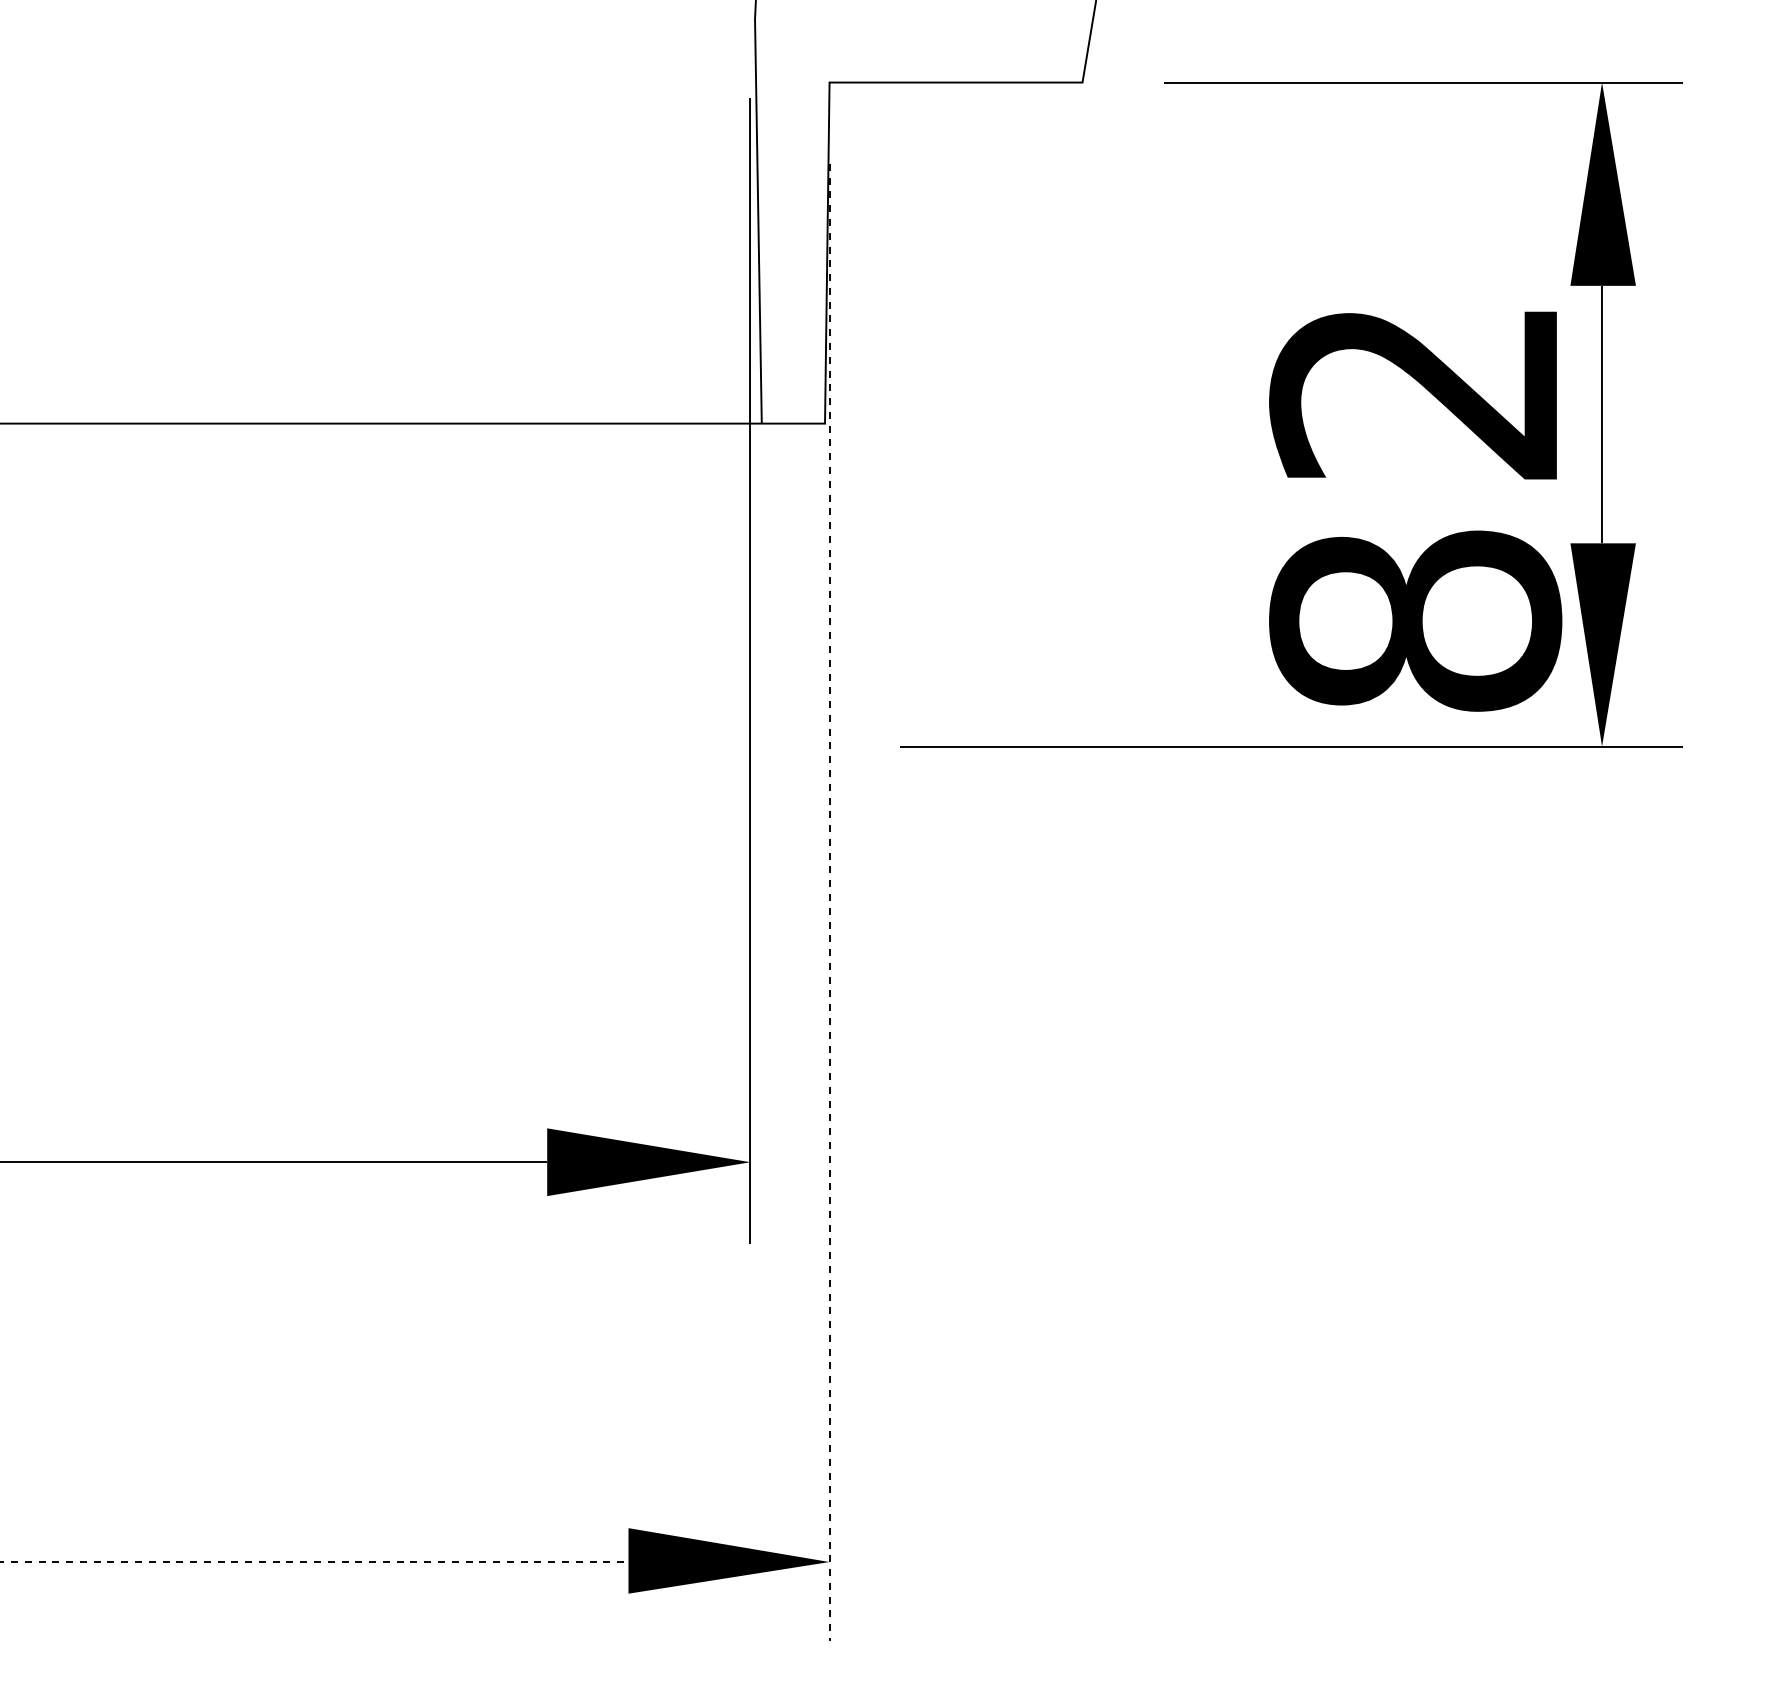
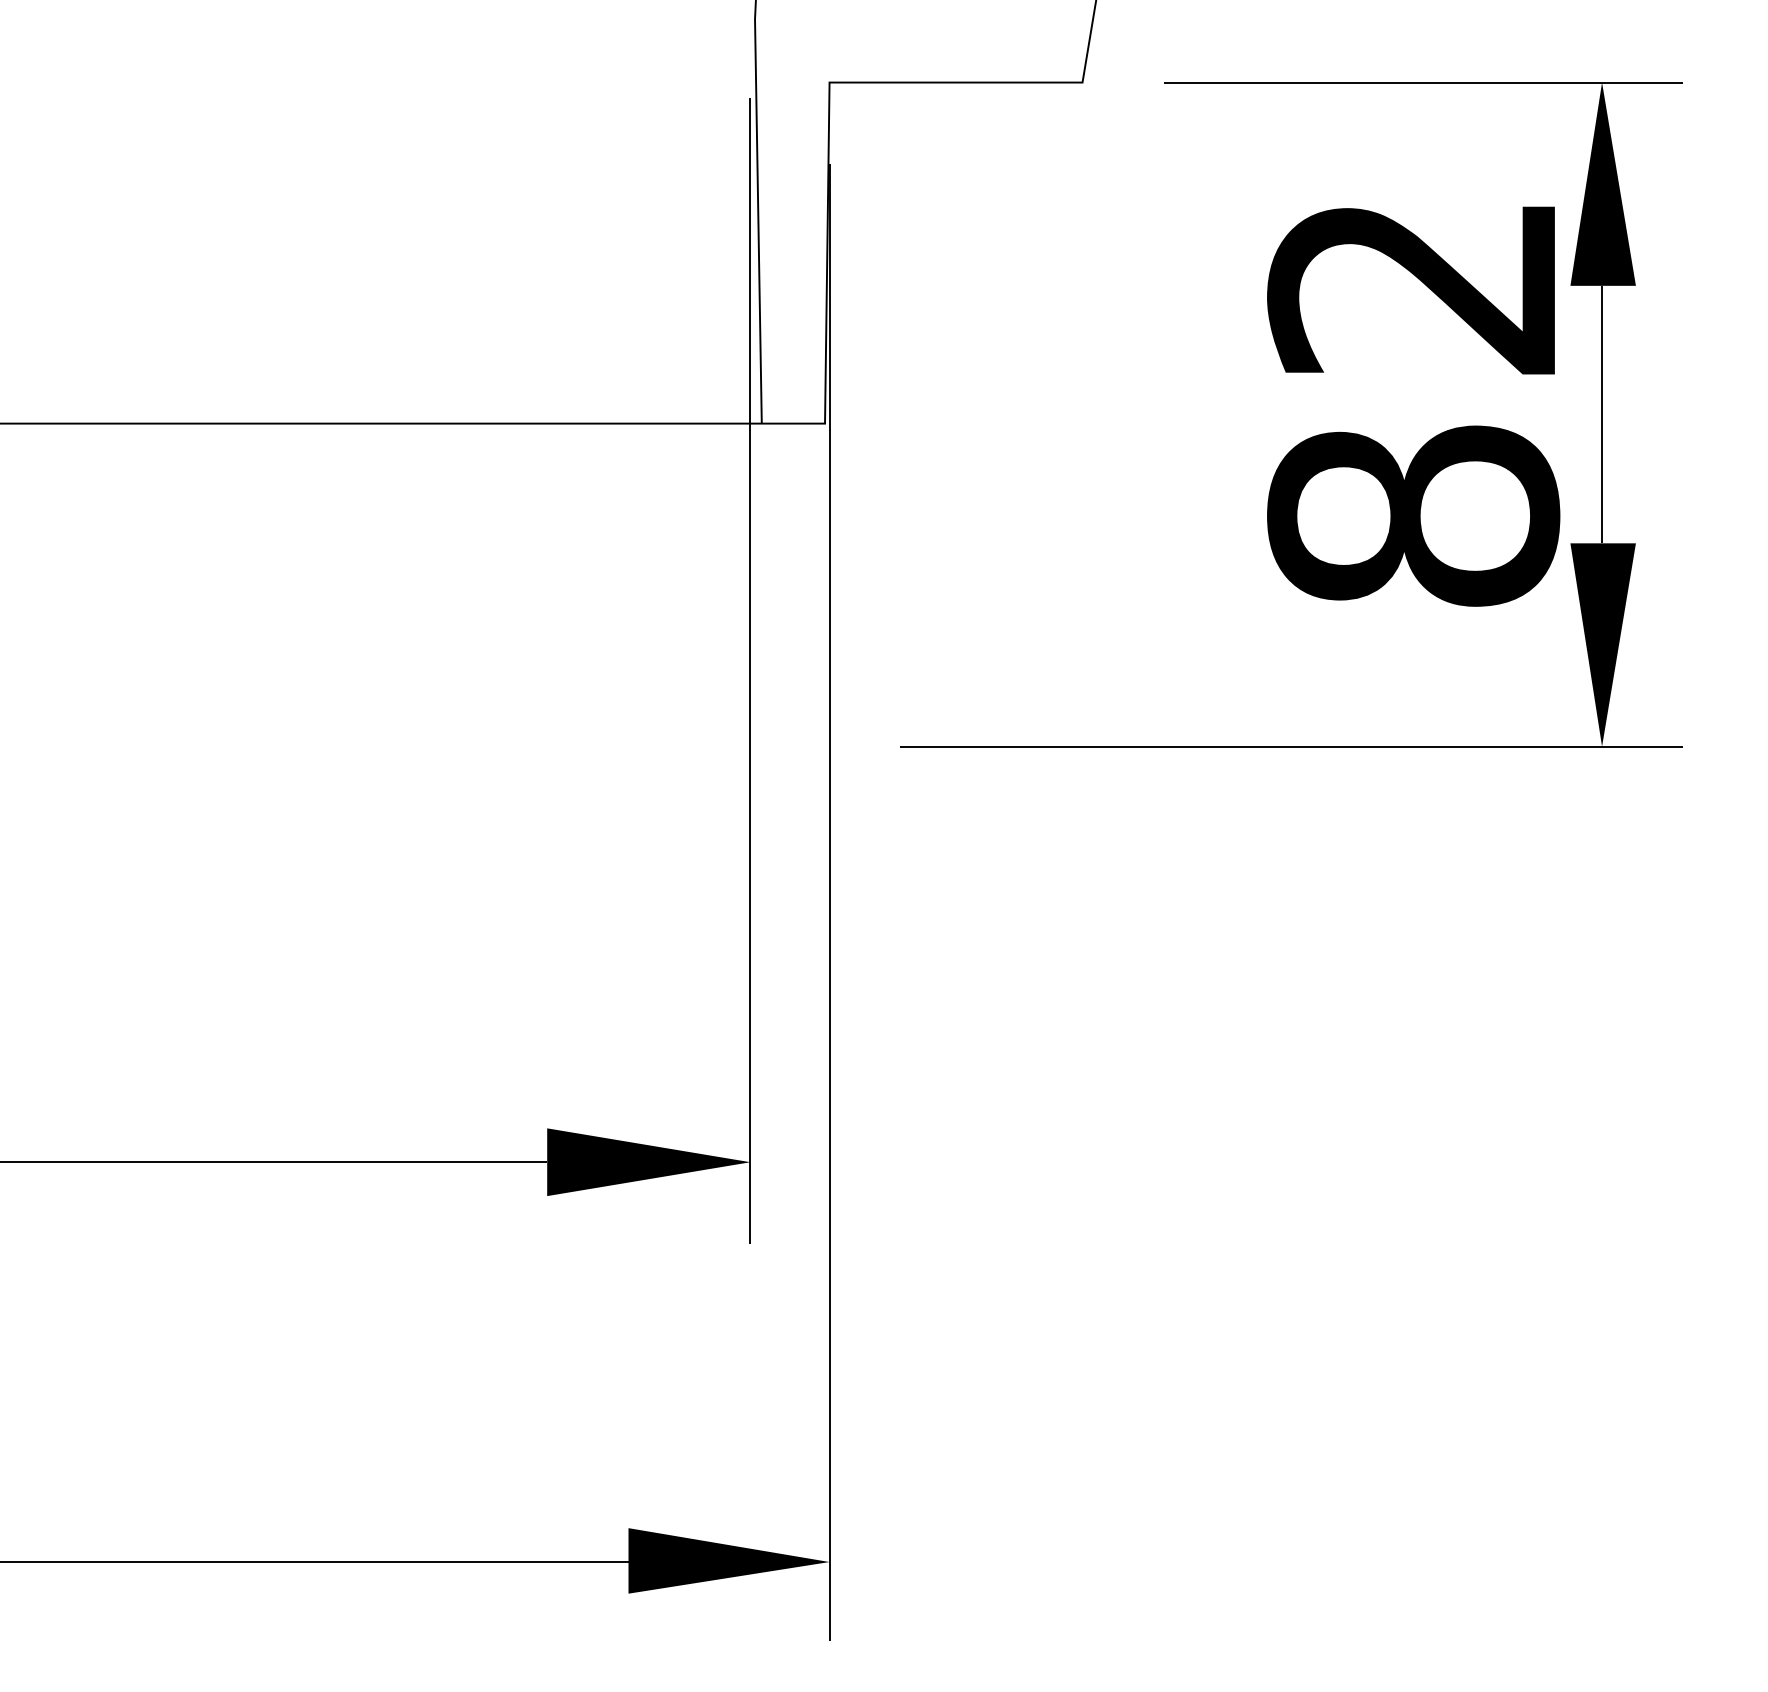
text at (1415, 511) position: (1415, 511) -> (1413, 406)
line at (829, 902): dashed -> solid
line at (314, 1562): dashed -> solid
